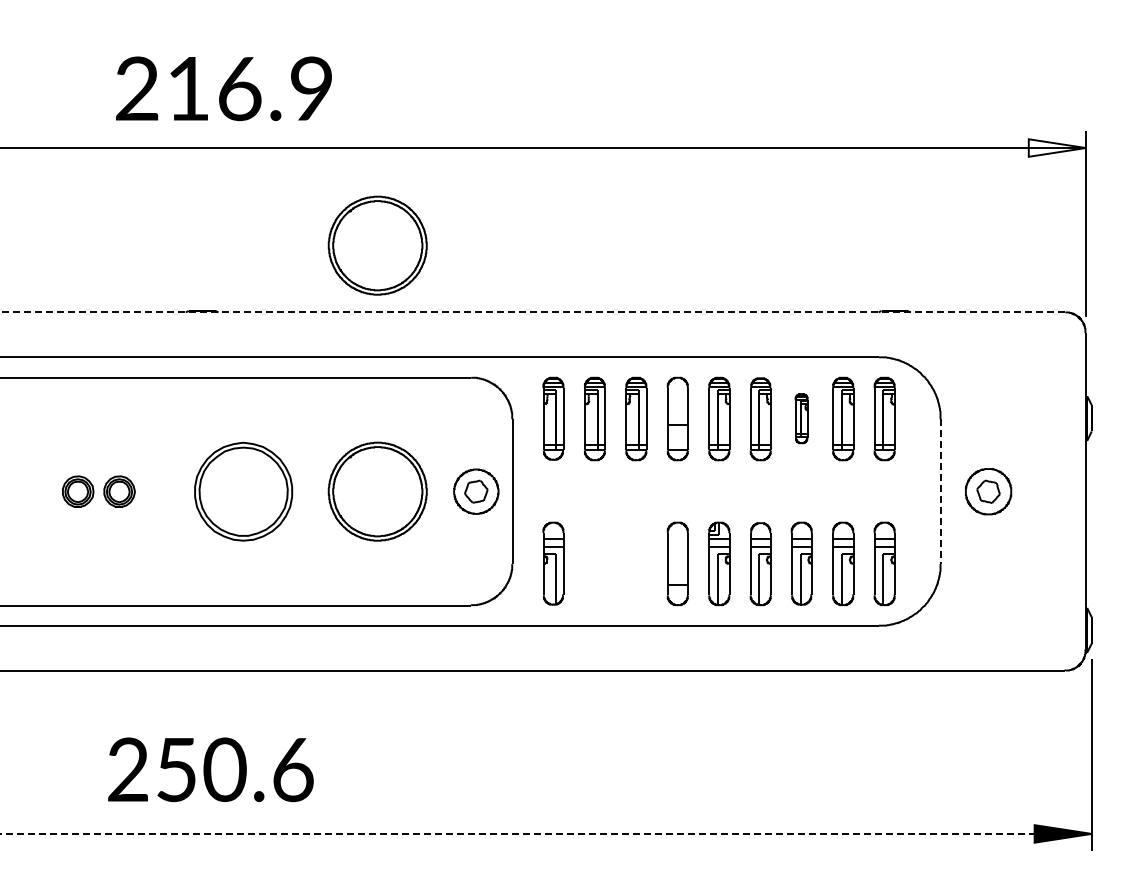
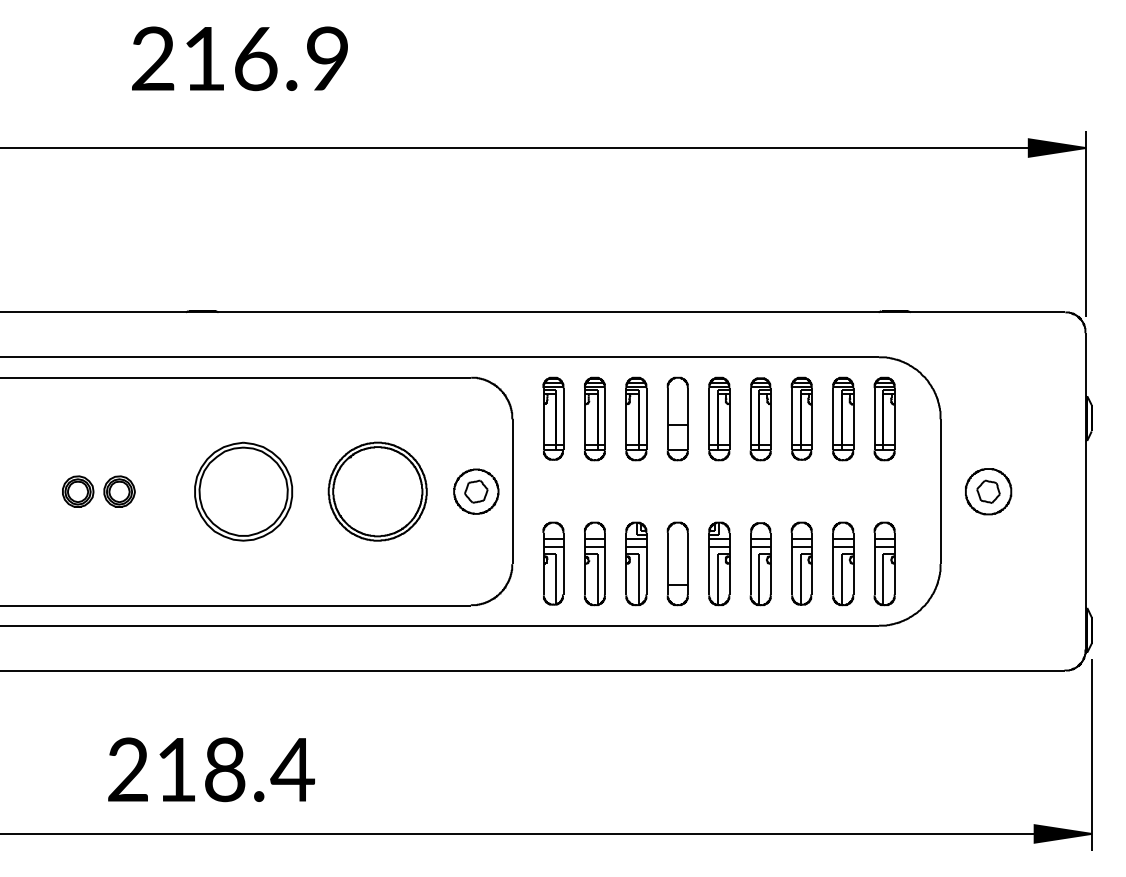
text at (223, 88) position: (223, 88) -> (239, 58)
fill at (1056, 147): none -> present
part at (377, 245): present -> none
line at (532, 312): dashed -> solid
part at (801, 418) size: 15x52 px -> 23x85 px
line at (940, 492): dashed -> solid
part at (594, 563): none -> present
part at (636, 563): none -> present
text at (235, 770): 250.6 -> 218.4
line at (546, 833): dashed -> solid
